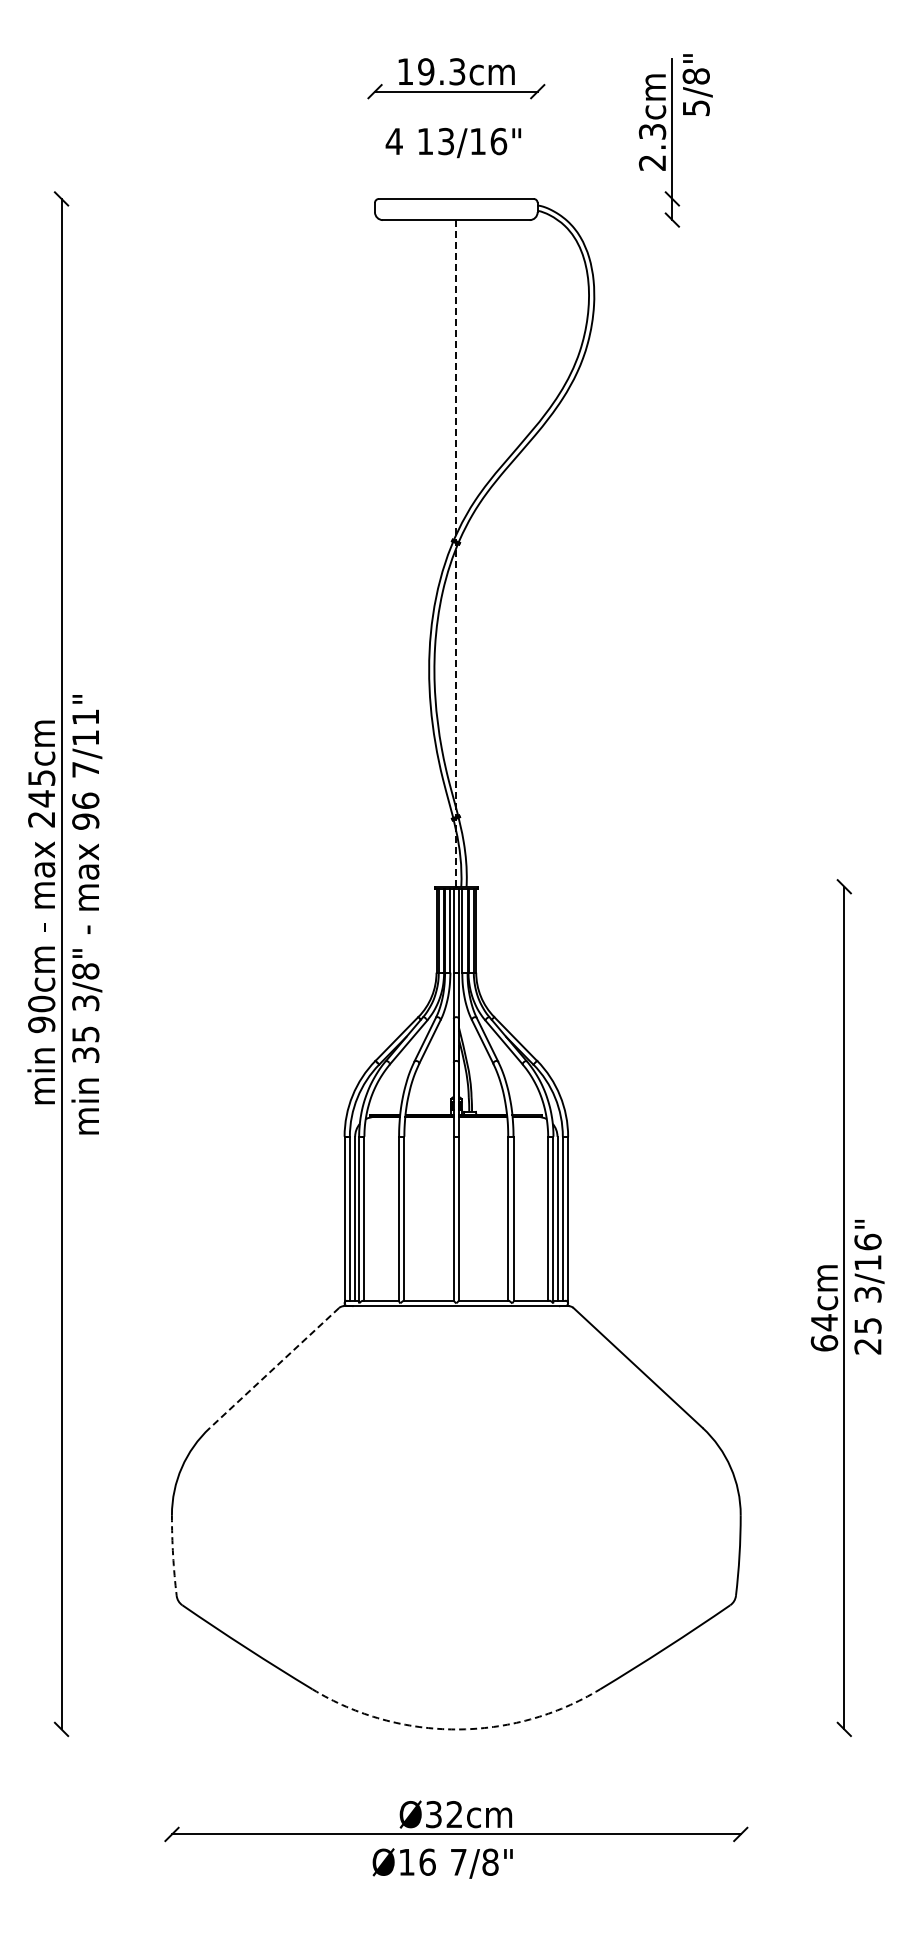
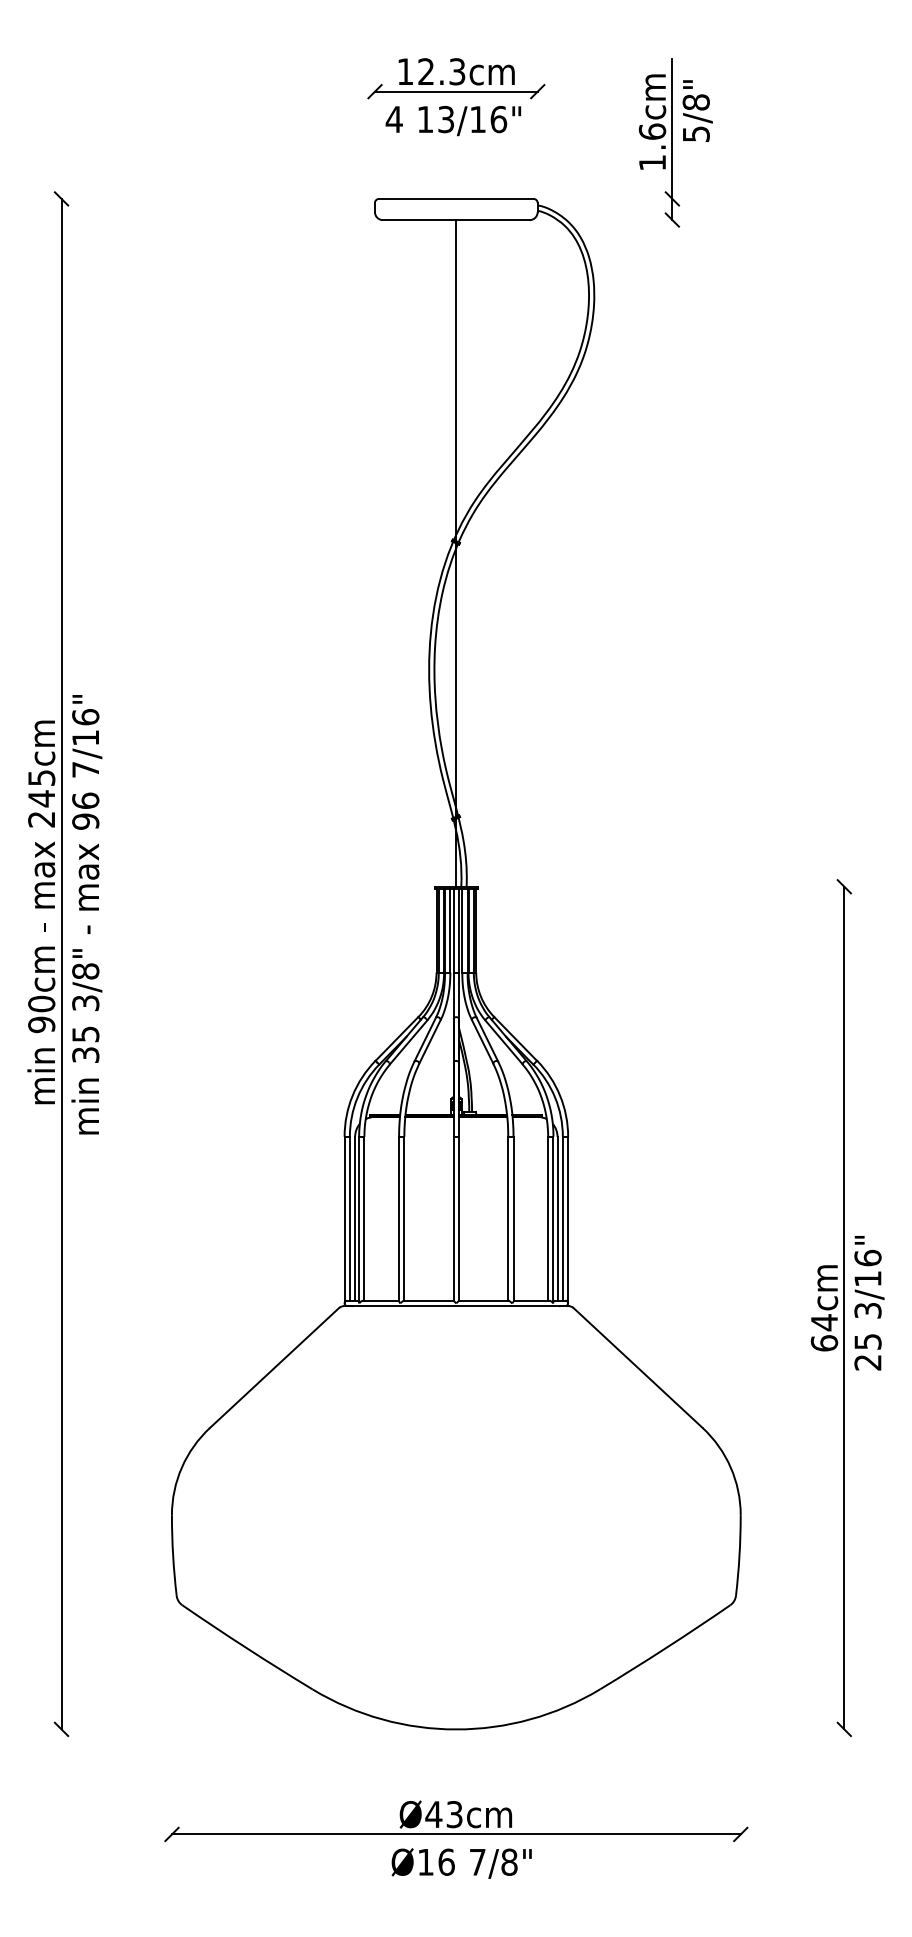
text at (426, 71): 19.3cm -> 12.3cm
text at (697, 84) position: (697, 84) -> (697, 110)
text at (453, 142) position: (453, 142) -> (453, 120)
text at (652, 146): 2.3cm -> 1.6cm
line at (456, 552): dashed -> solid
text at (85, 717): 7/11" -> 7/16"
text at (869, 1287) position: (869, 1287) -> (869, 1303)
line at (274, 1368): dashed -> solid
arc at (173, 1555): dashed -> solid
arc at (456, 1729): dashed -> solid
text at (443, 1814): Ø32cm -> Ø43cm
text at (442, 1863) position: (442, 1863) -> (461, 1863)
